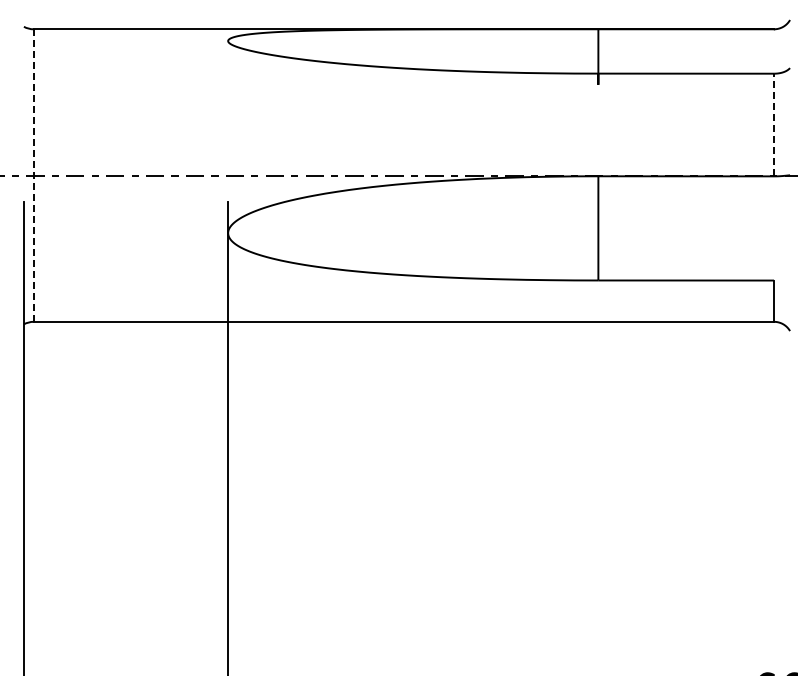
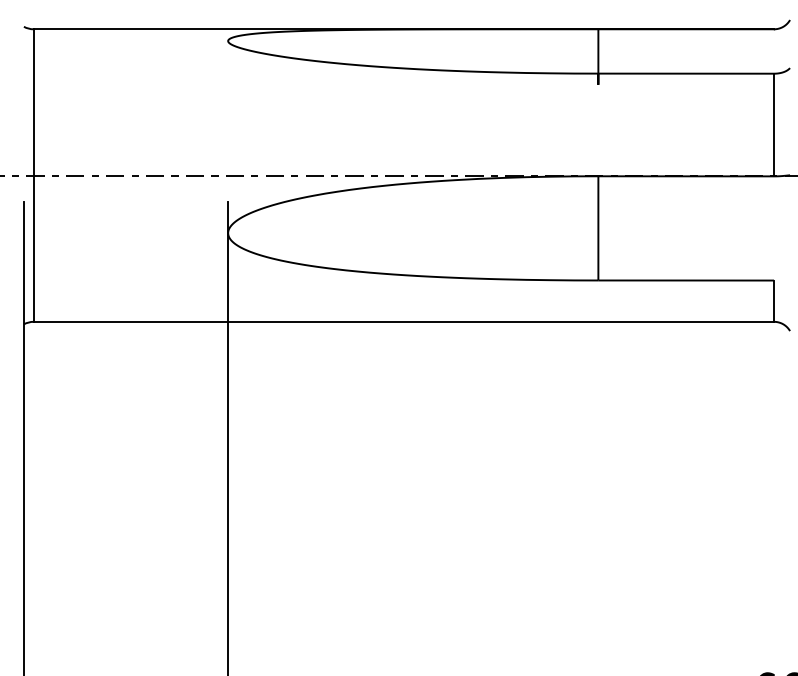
line at (774, 124): dashed -> solid
line at (33, 175): dashed -> solid
